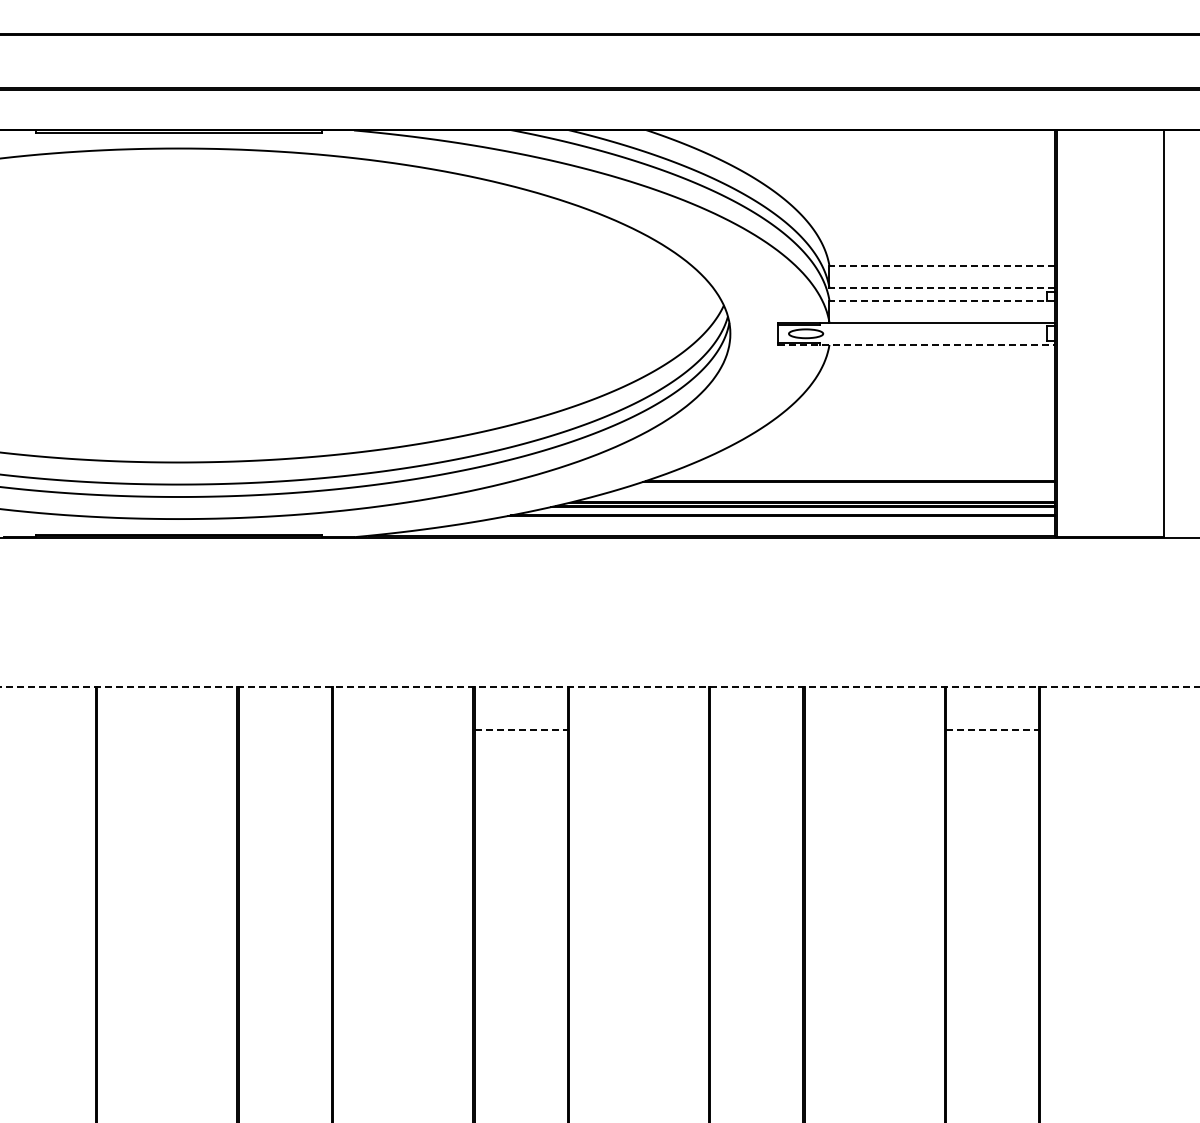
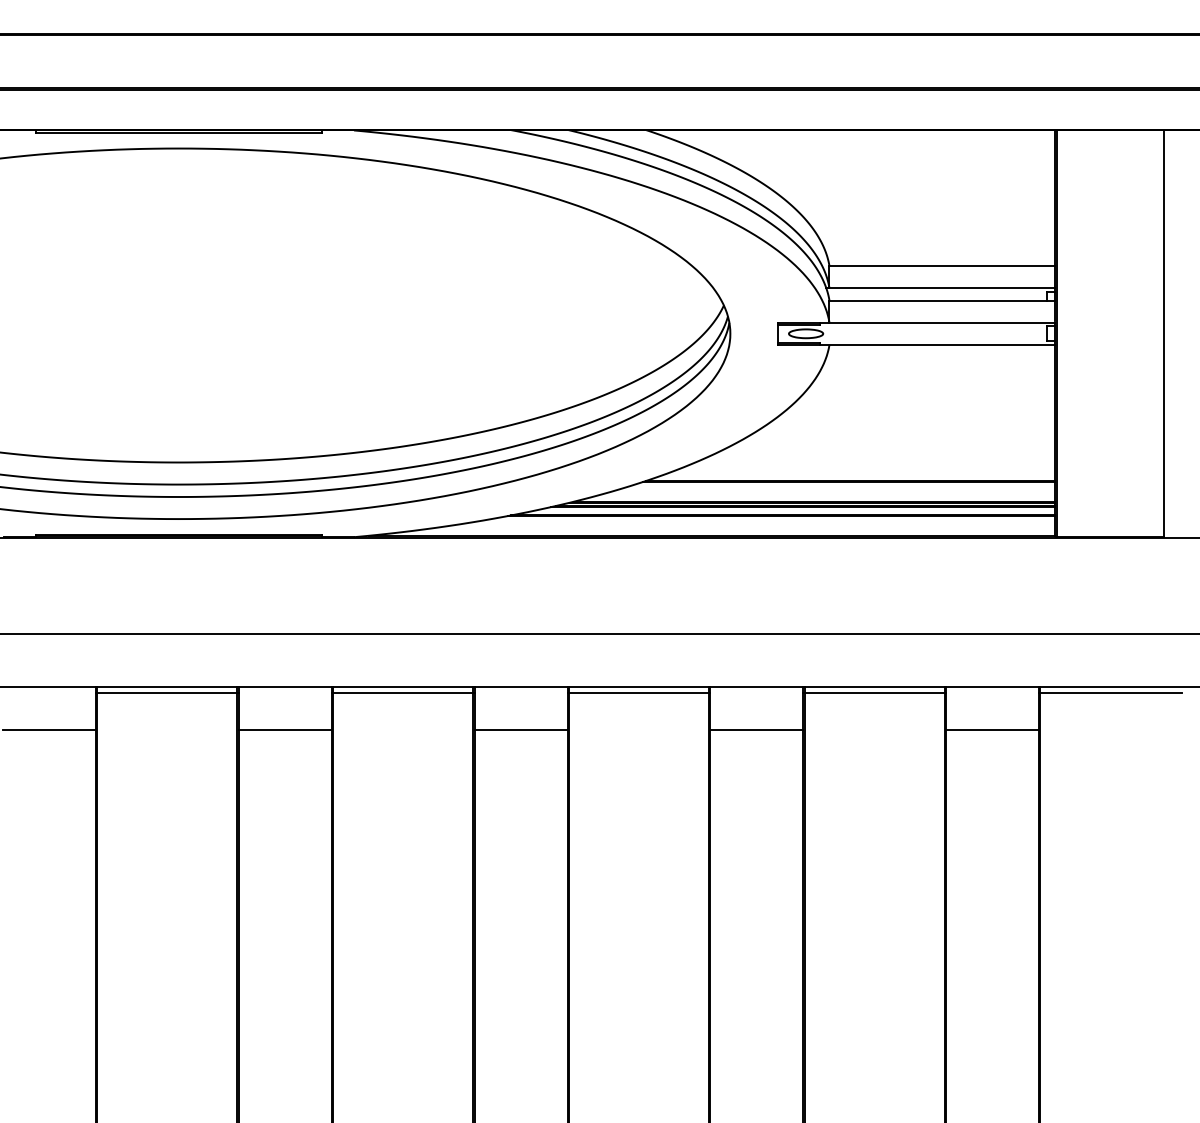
line at (942, 266): dashed -> solid
line at (940, 288): dashed -> solid
line at (942, 300): dashed -> solid
line at (916, 344): dashed -> solid
line at (599, 633): none -> present
line at (600, 687): dashed -> solid
line at (167, 693): none -> present
line at (402, 693): none -> present
line at (638, 693): none -> present
line at (874, 693): none -> present
line at (1109, 693): none -> present
line at (49, 730): none -> present
line at (284, 730): none -> present
line at (521, 730): dashed -> solid
line at (756, 730): none -> present
line at (993, 730): dashed -> solid
